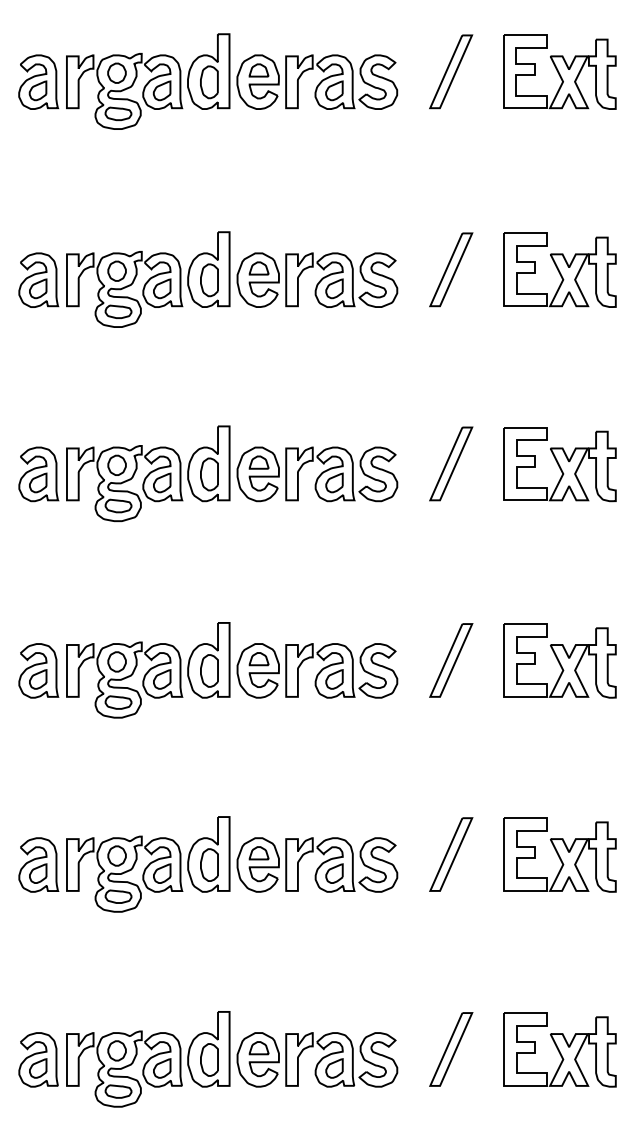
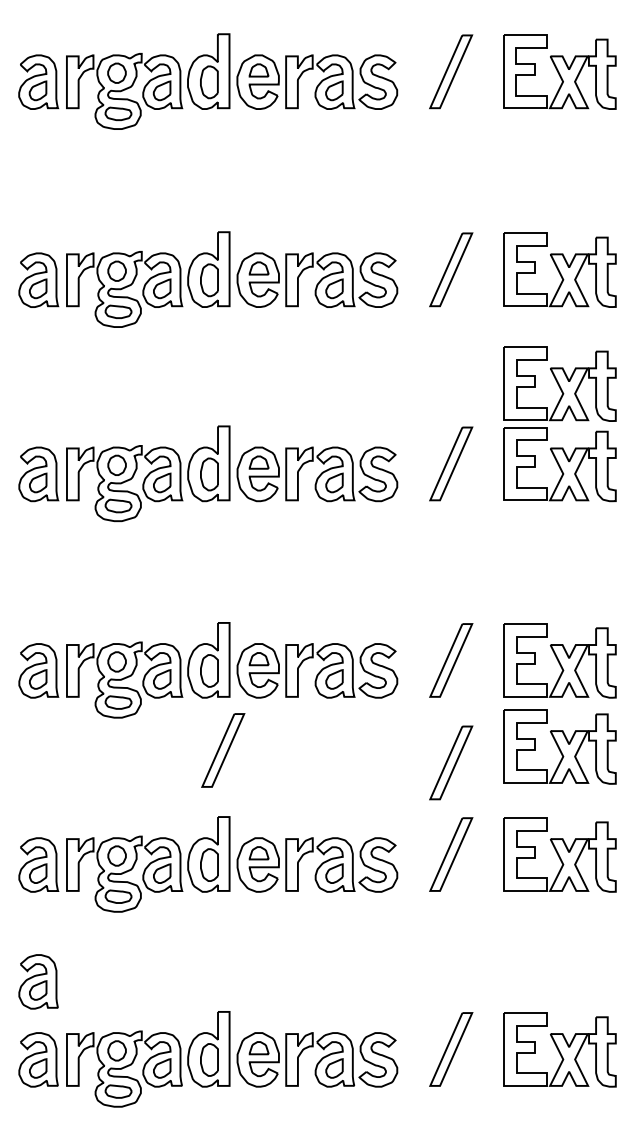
part at (559, 383): none -> present
part at (559, 746): none -> present
part at (223, 750): none -> present
part at (451, 762): none -> present
part at (38, 981): none -> present
